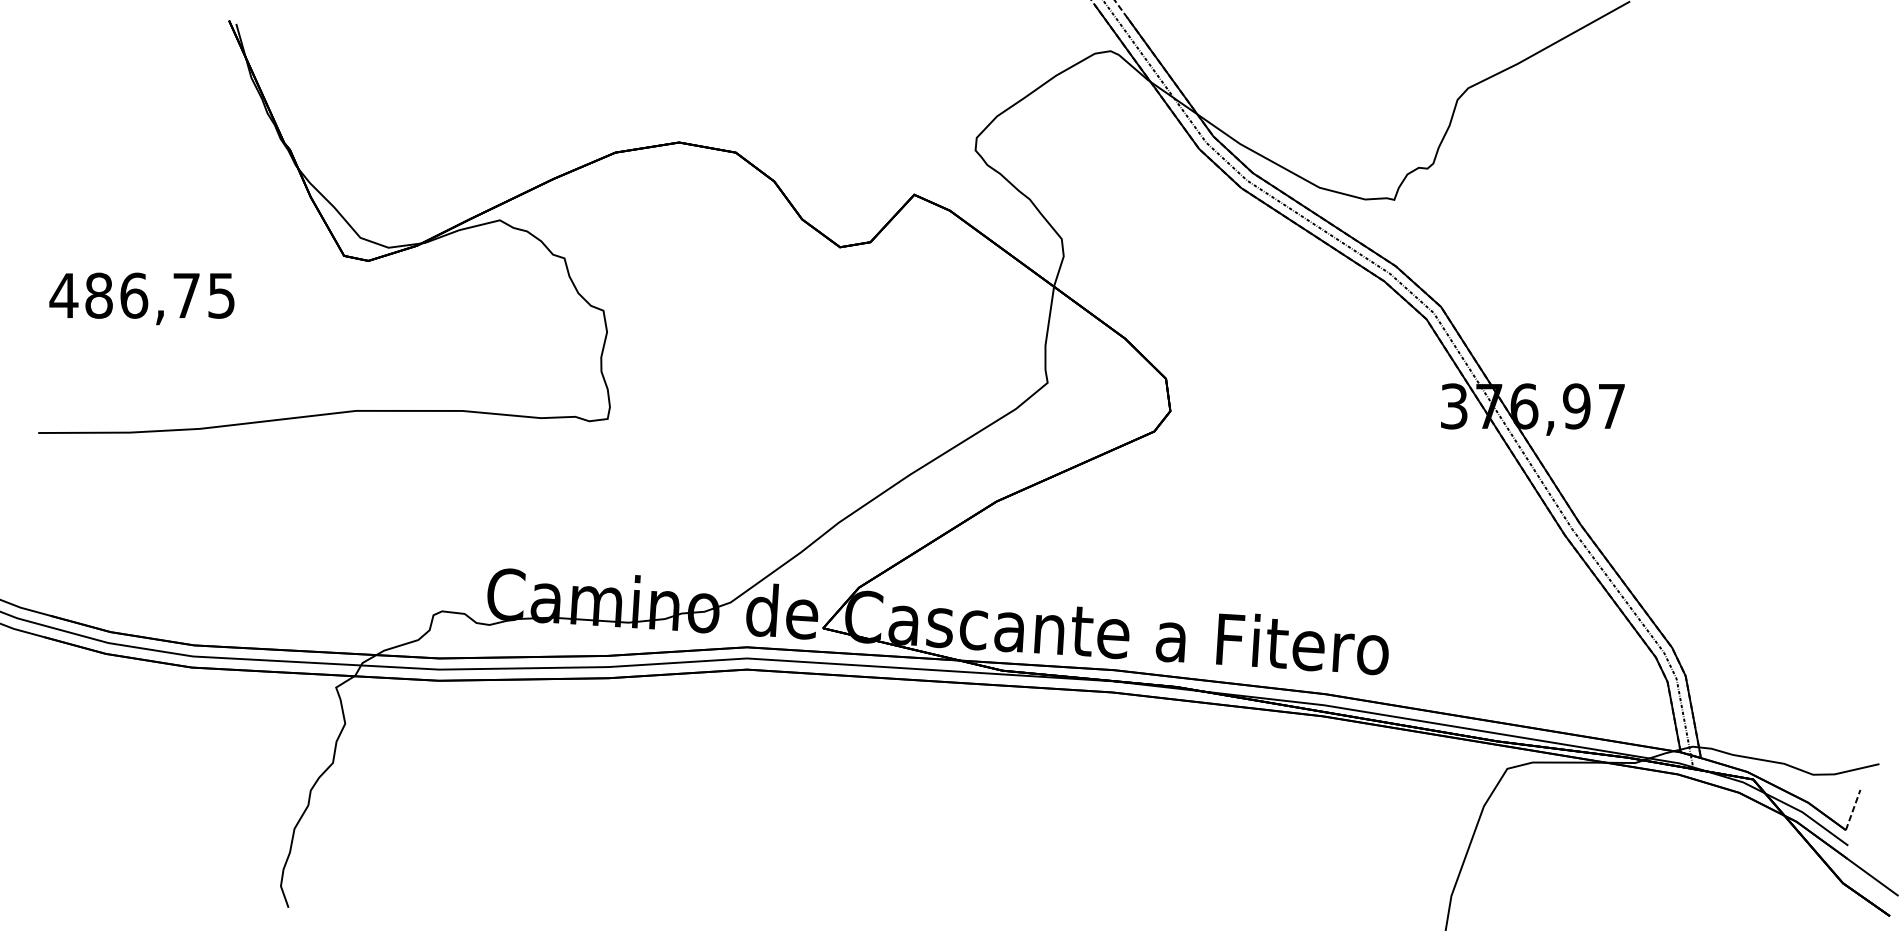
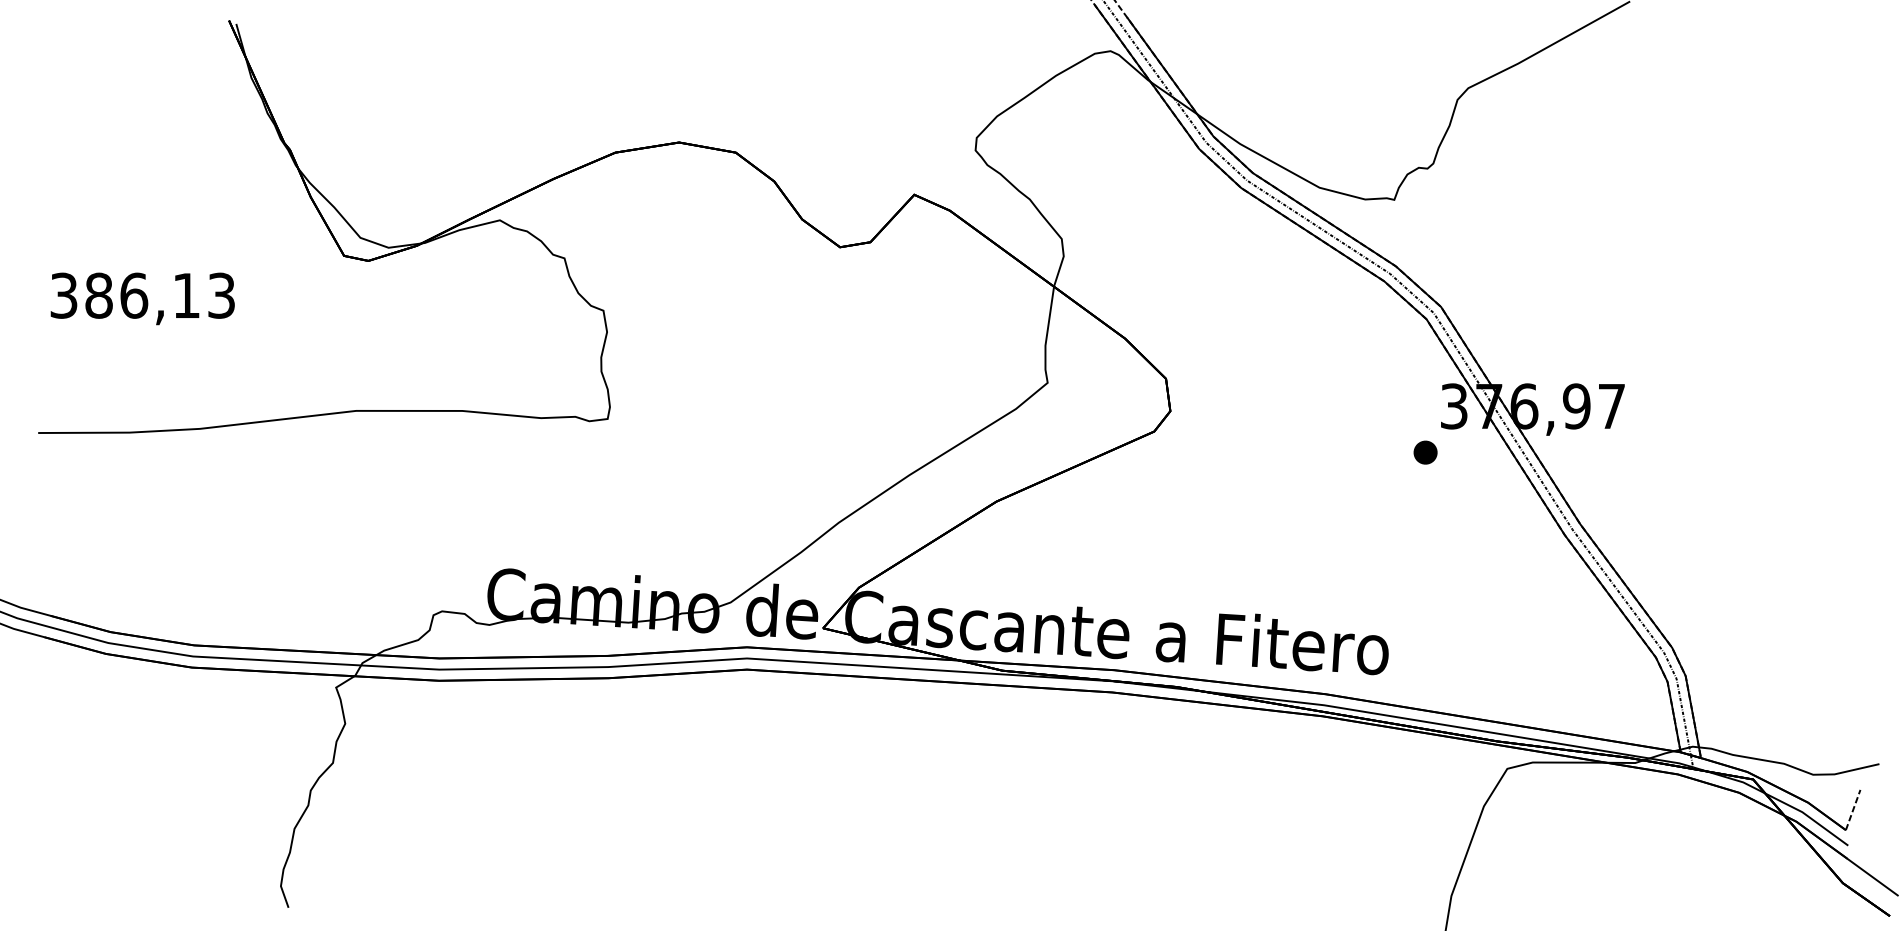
text at (141, 295): 486,75 -> 386,13
part at (1425, 452): none -> present
